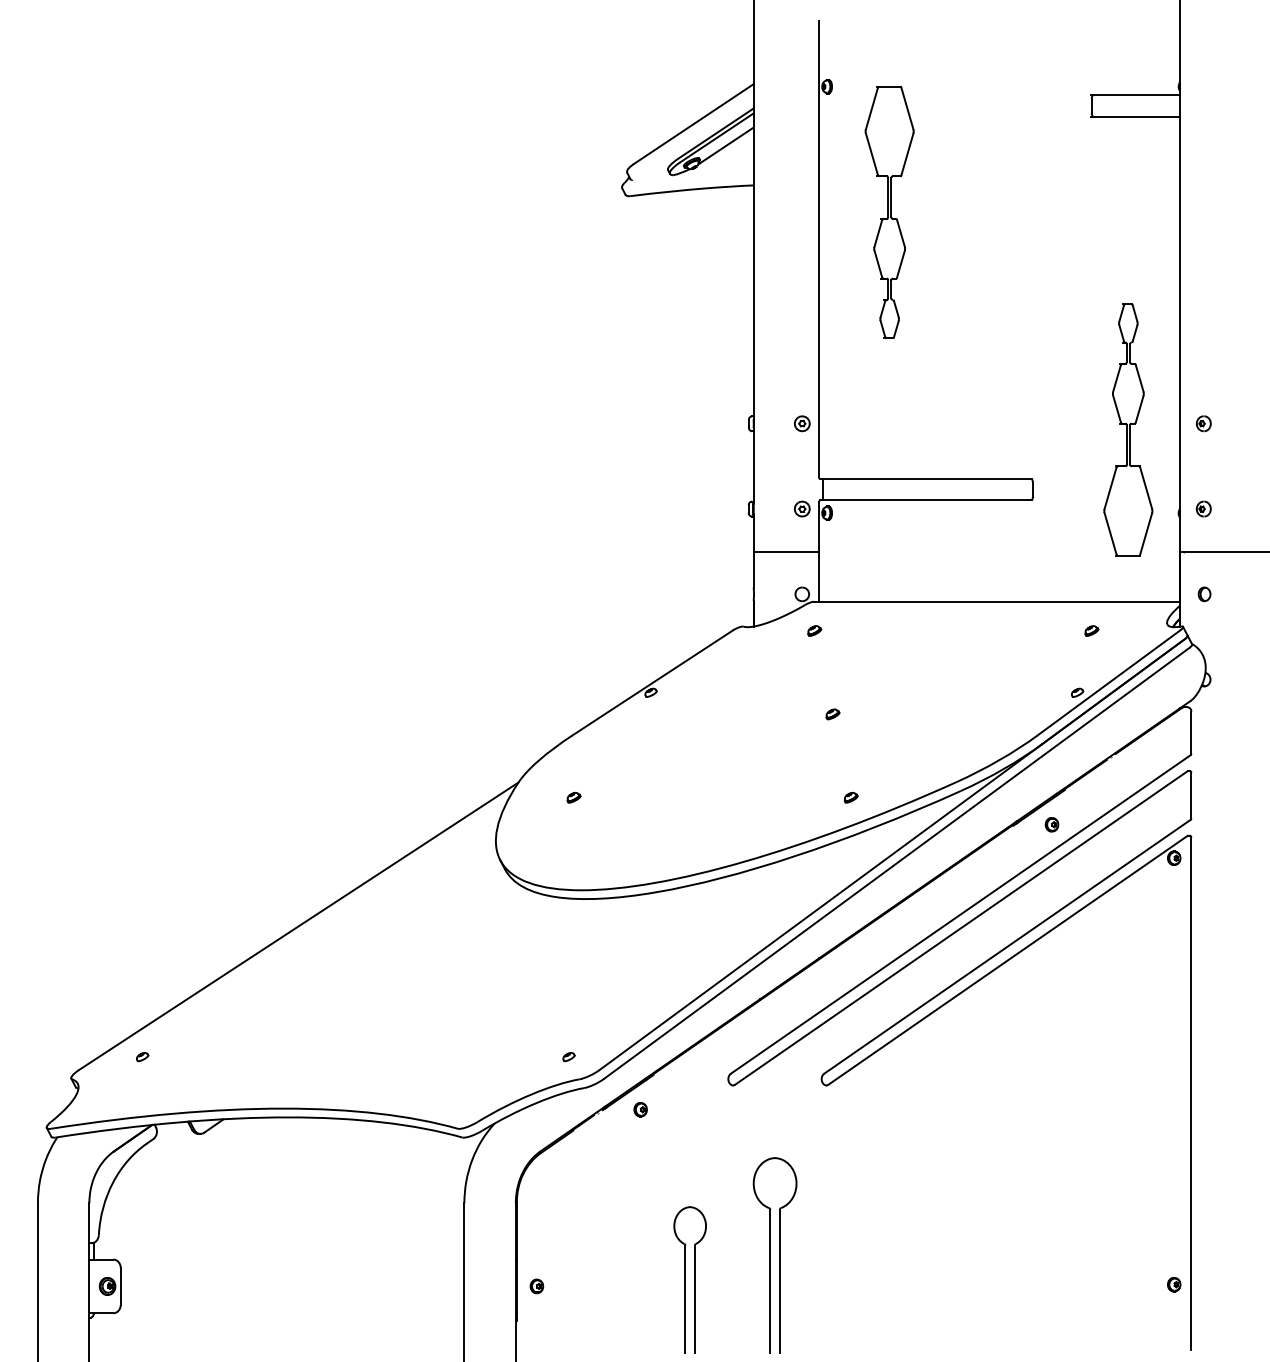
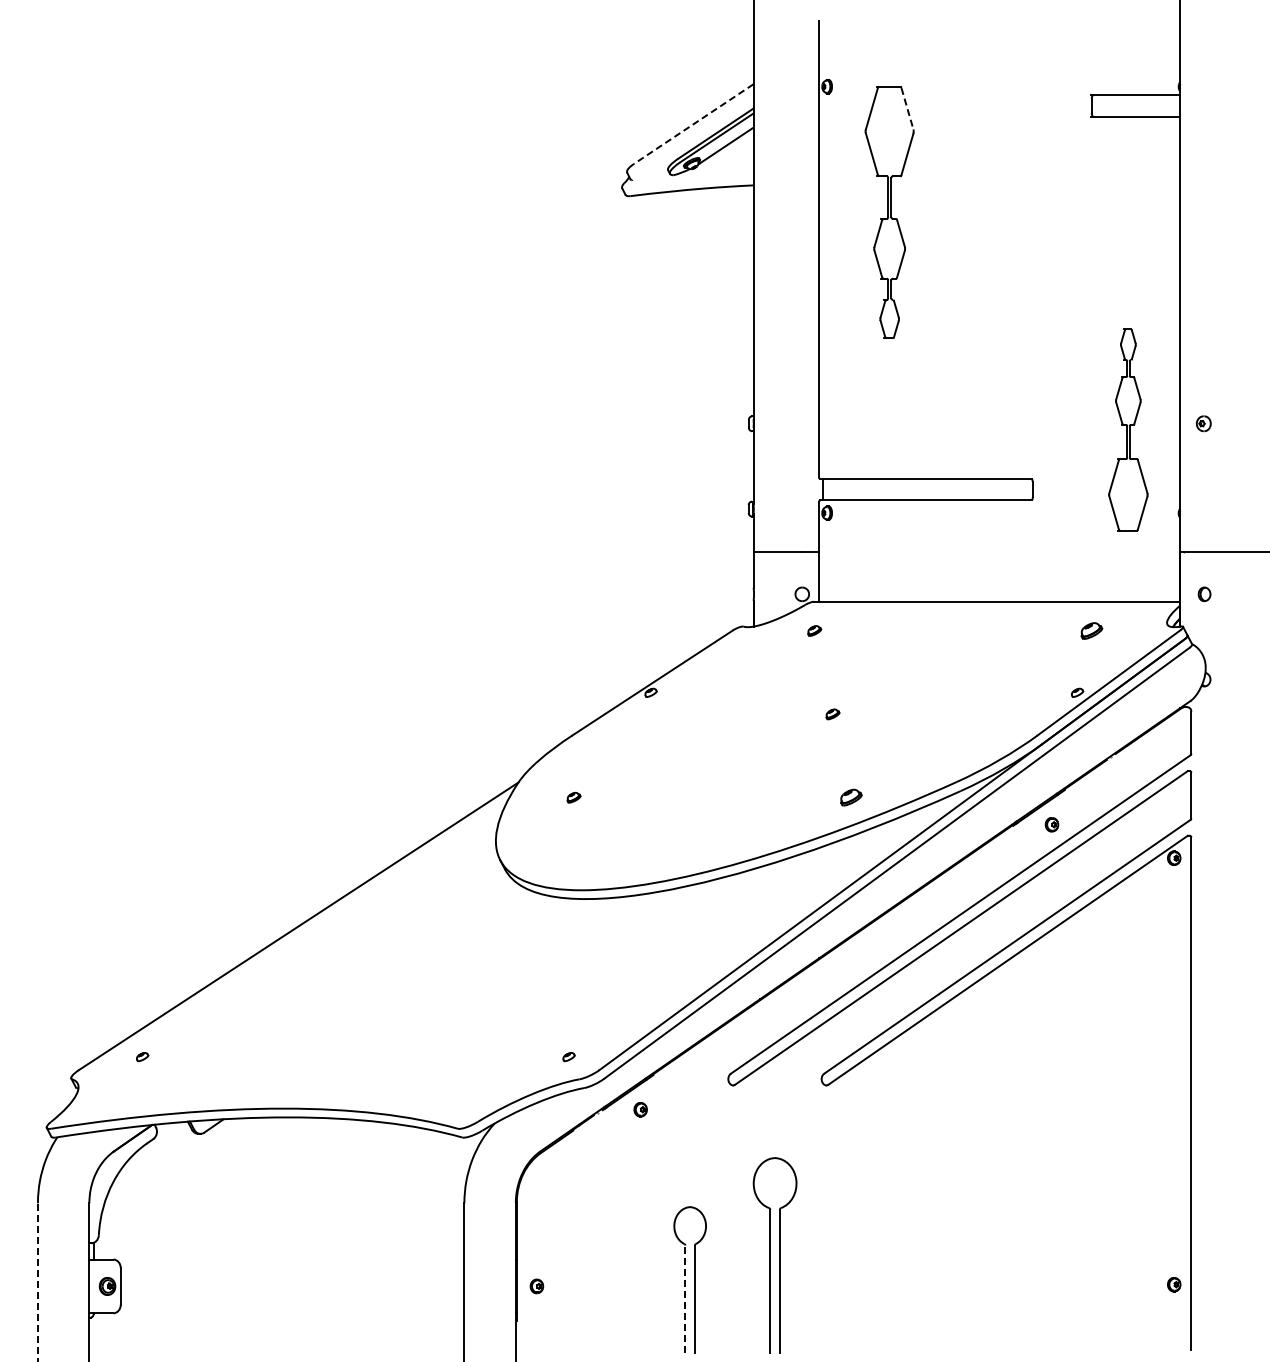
line at (907, 108): solid -> dashed
line at (693, 124): solid -> dashed
part at (802, 423): present -> none
part at (1128, 429) size: 51x254 px -> 41x204 px
part at (802, 508): present -> none
part at (1203, 508): present -> none
part at (1091, 630) size: 16x12 px -> 24x18 px
part at (850, 797) size: 16x12 px -> 23x19 px
line at (37, 1282): solid -> dashed
line at (685, 1298): solid -> dashed
